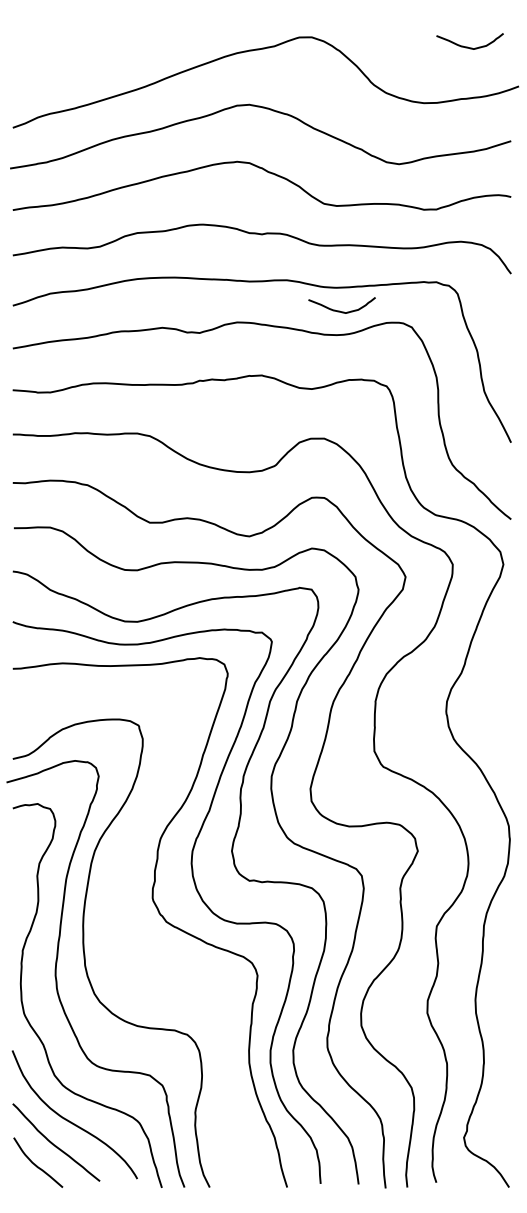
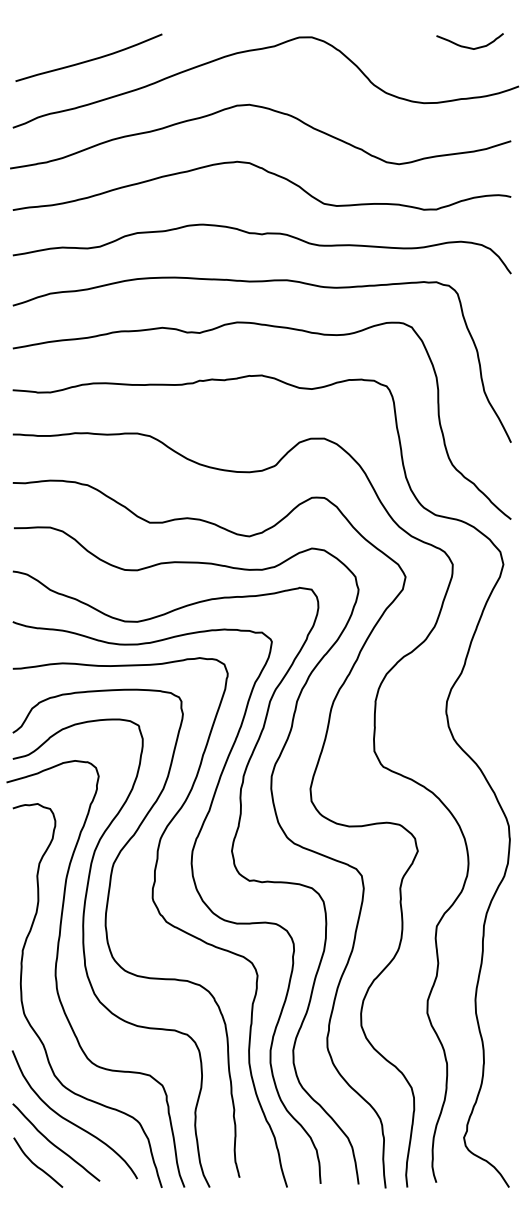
curve at (89, 59): none -> present
curve at (339, 310): present -> none
curve at (107, 932): none -> present
